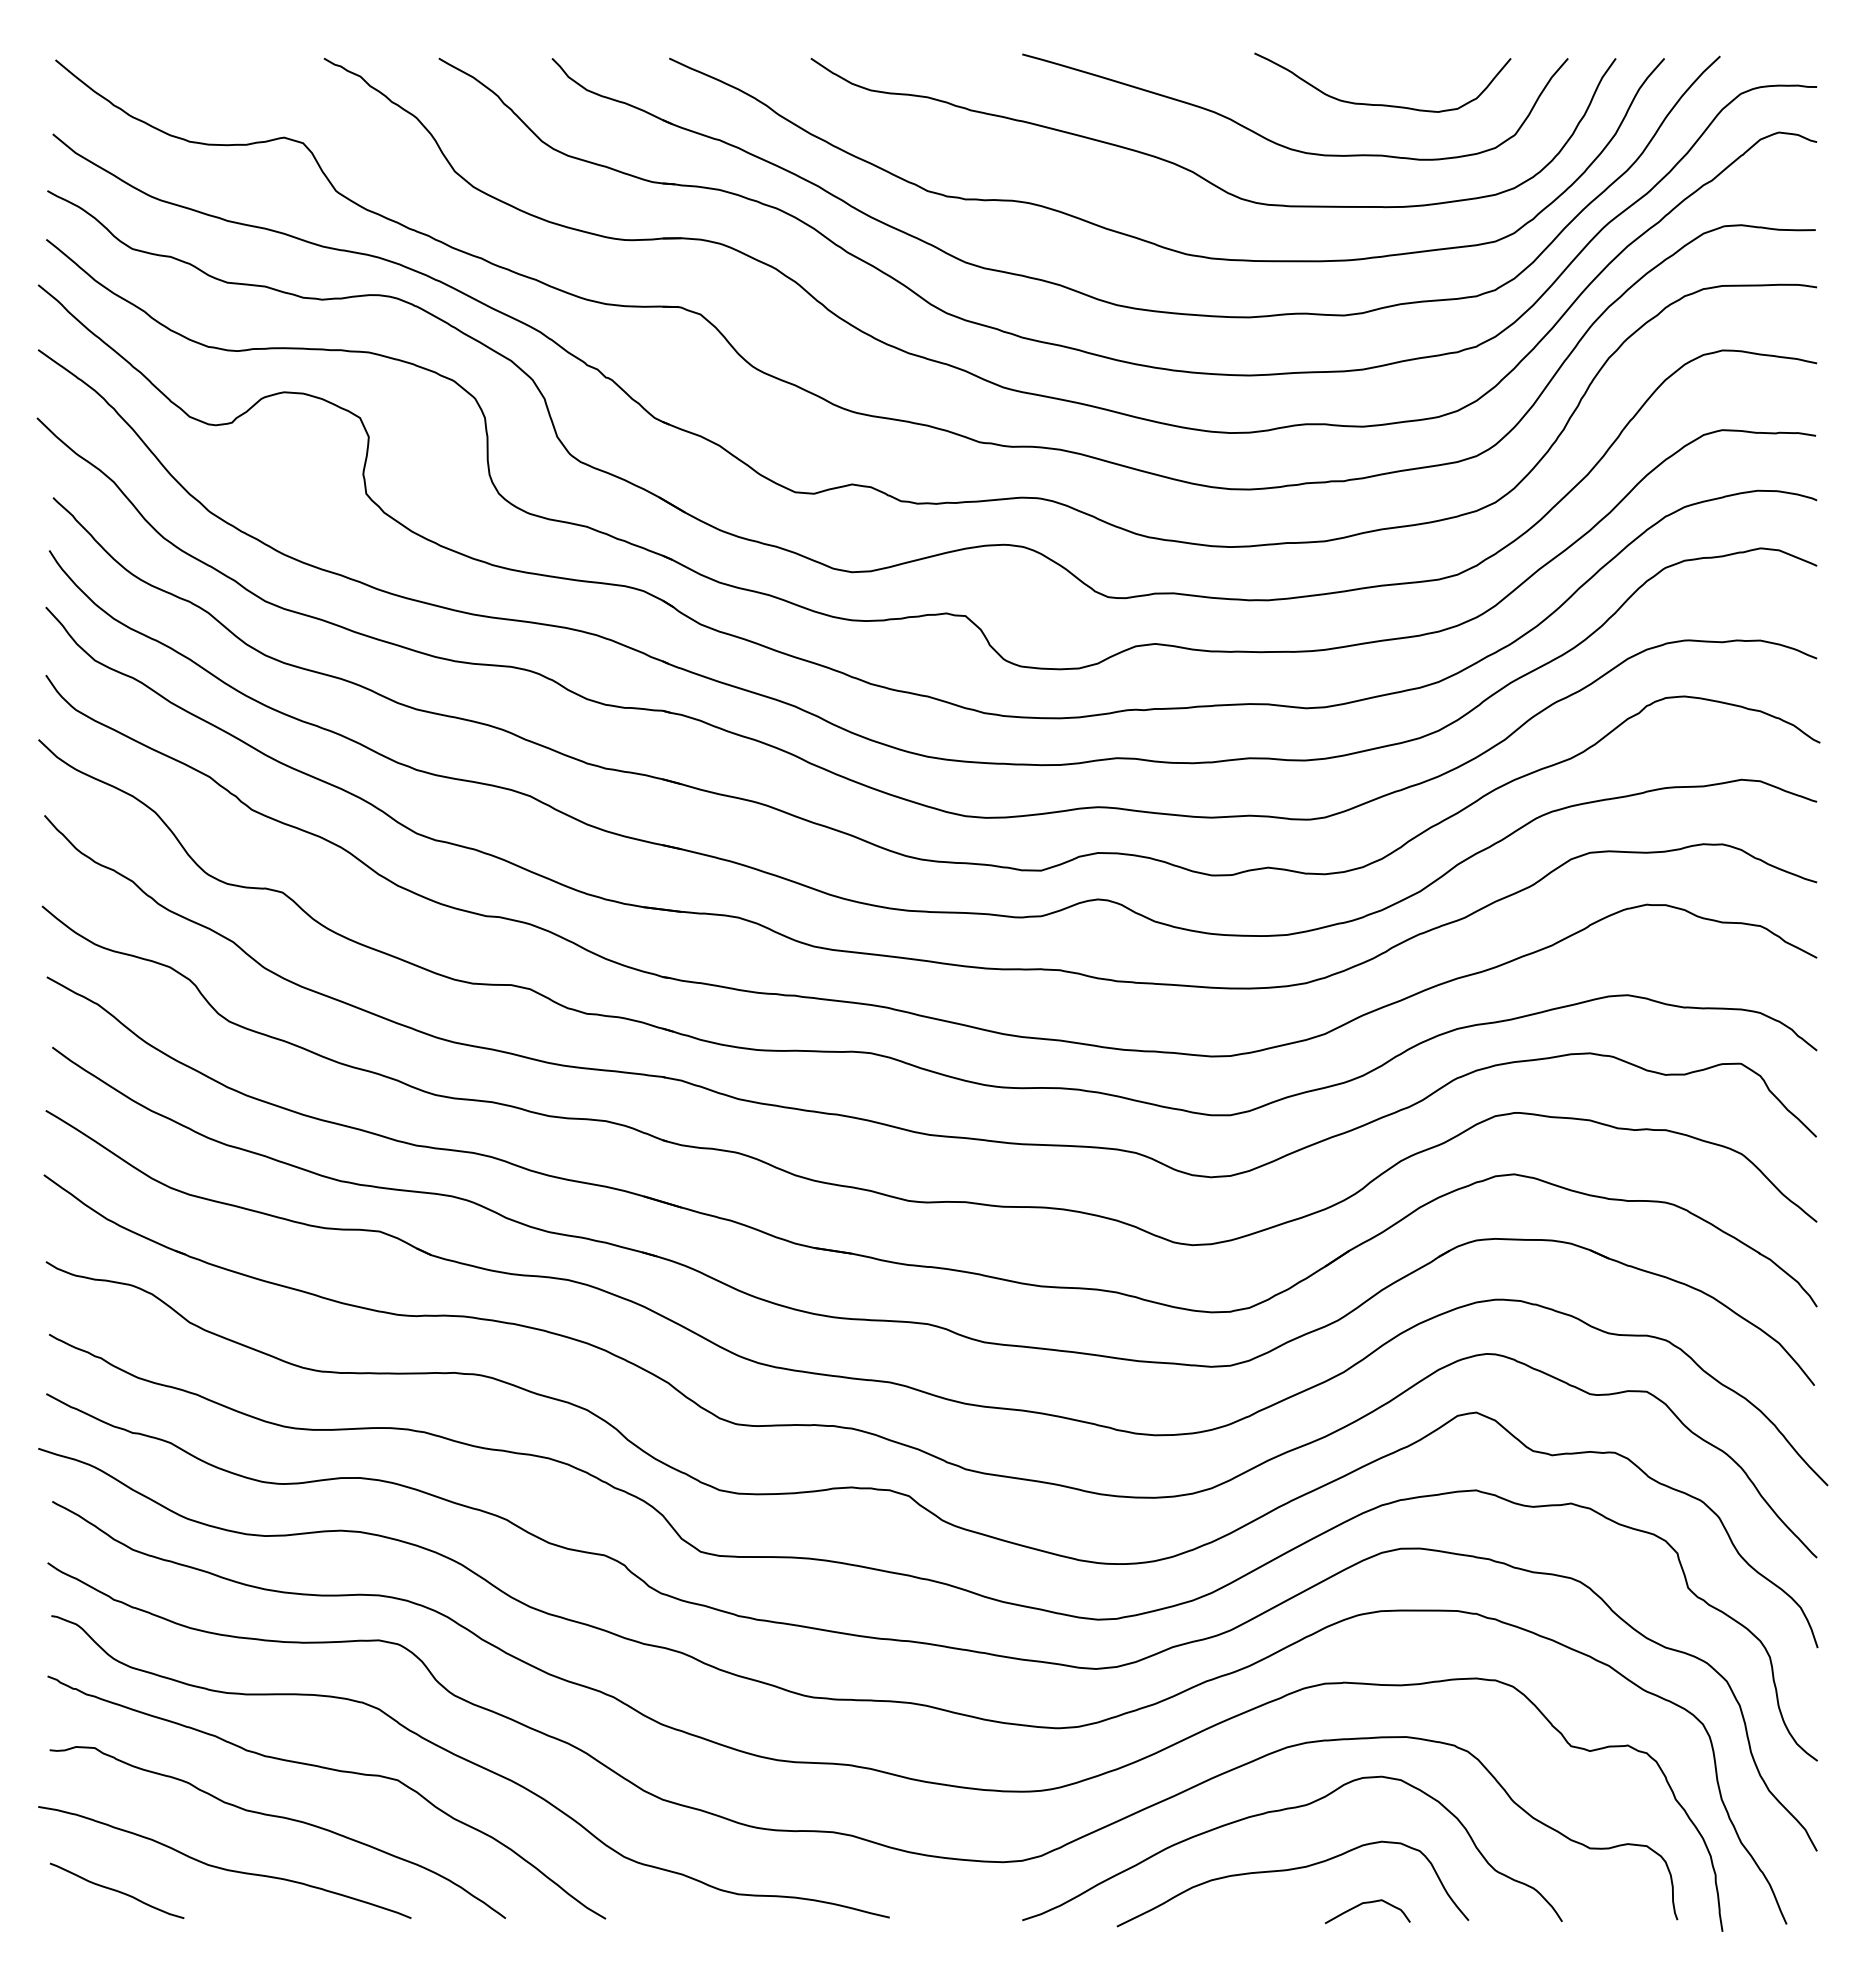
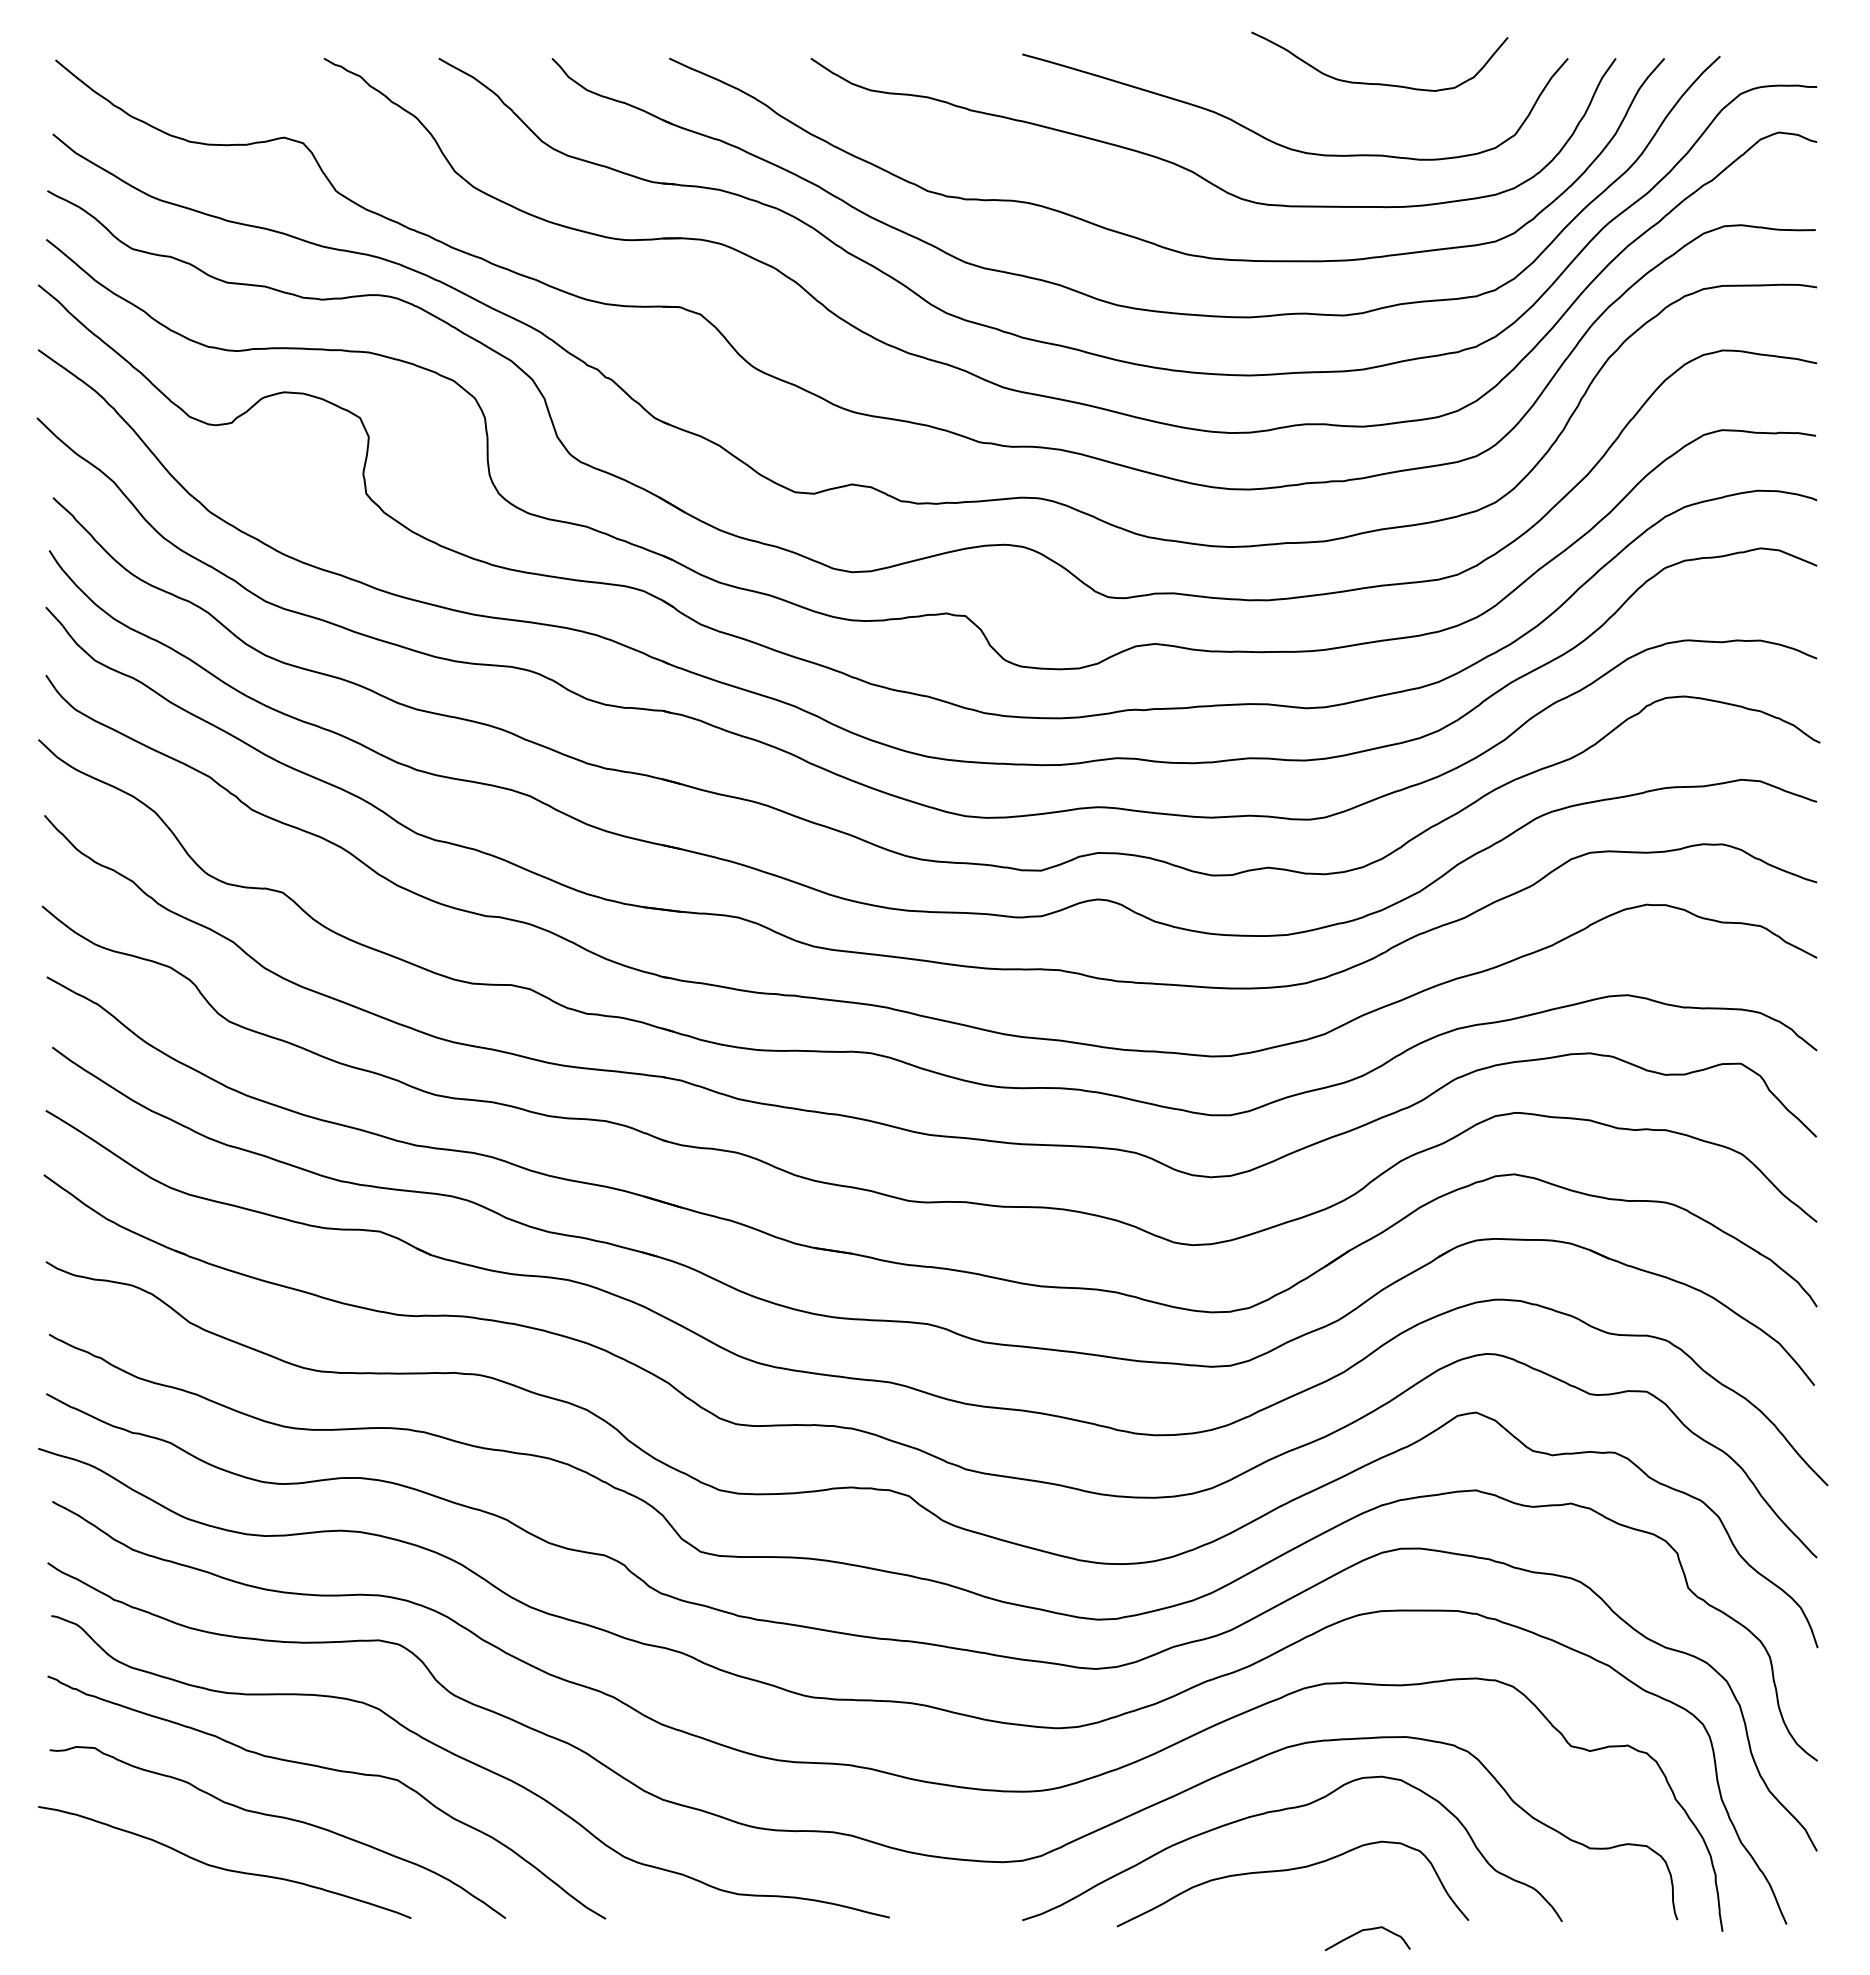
curve at (1382, 104) position: (1382, 104) -> (1379, 83)
curve at (116, 1890): present -> none
curve at (1367, 1903) position: (1367, 1903) -> (1367, 1930)
